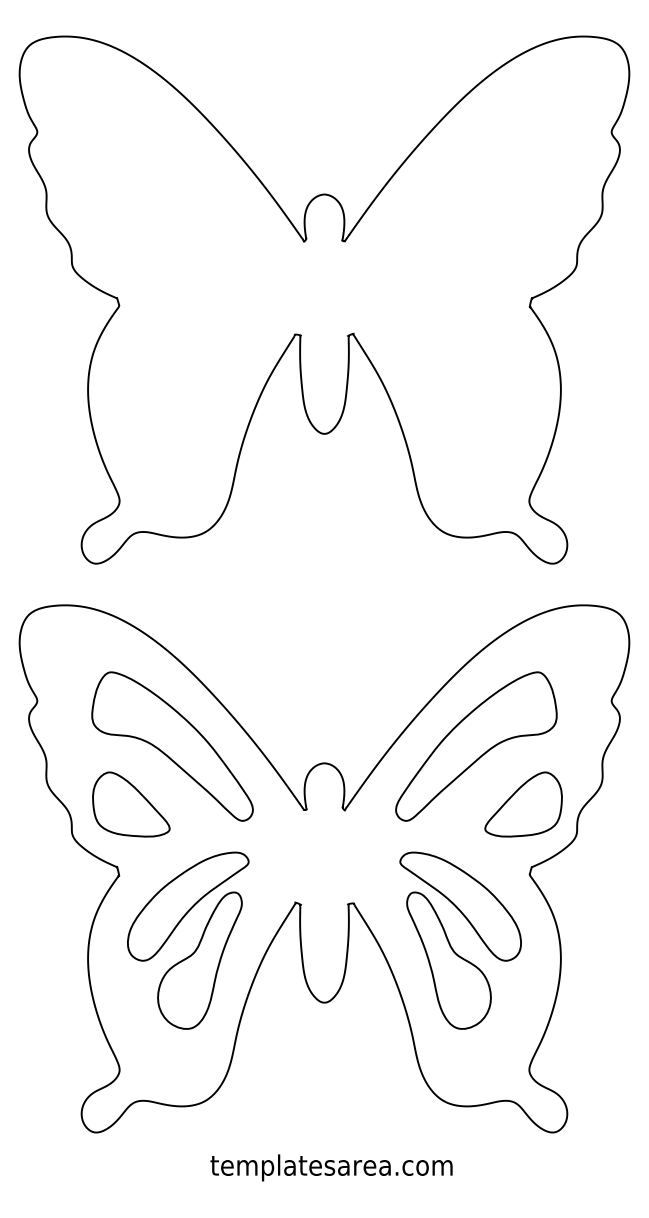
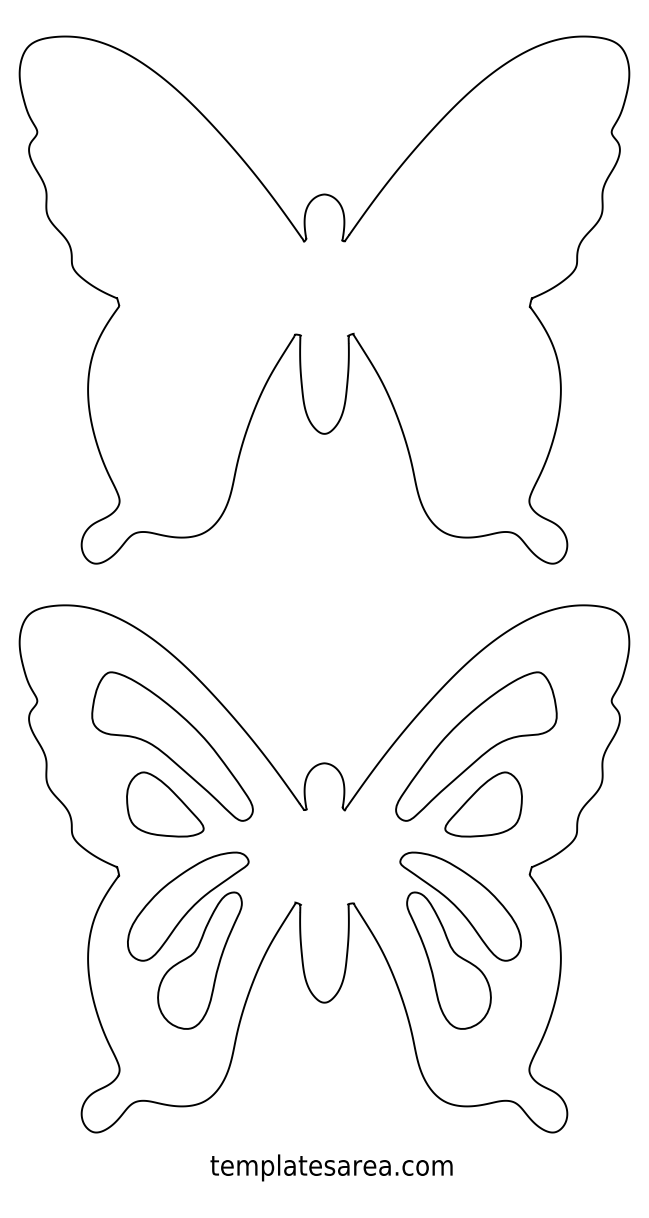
part at (131, 804) position: (131, 804) -> (165, 804)
part at (523, 804) position: (523, 804) -> (483, 804)
